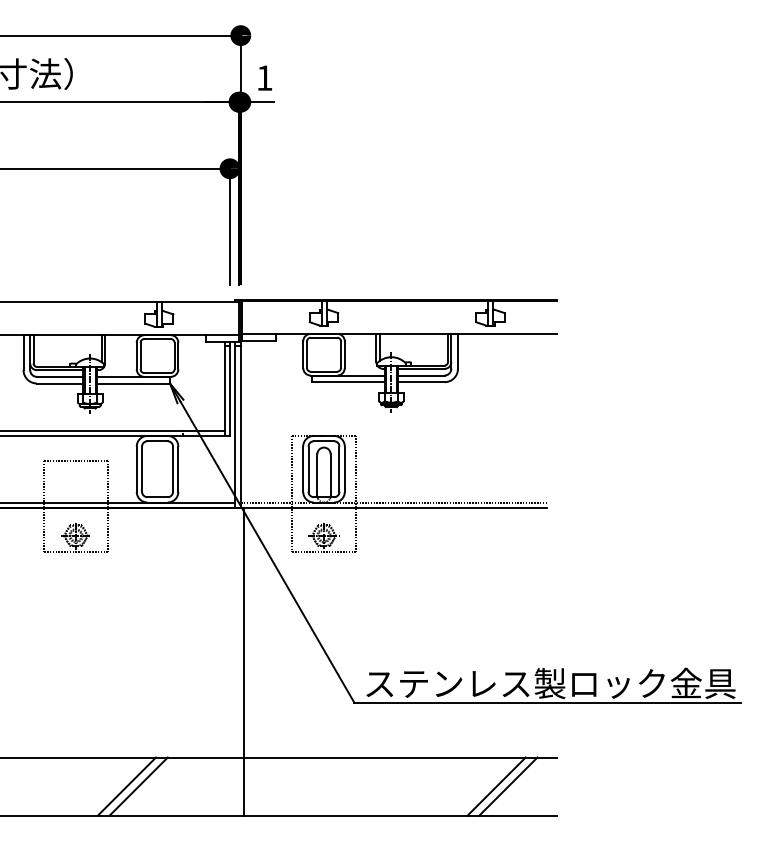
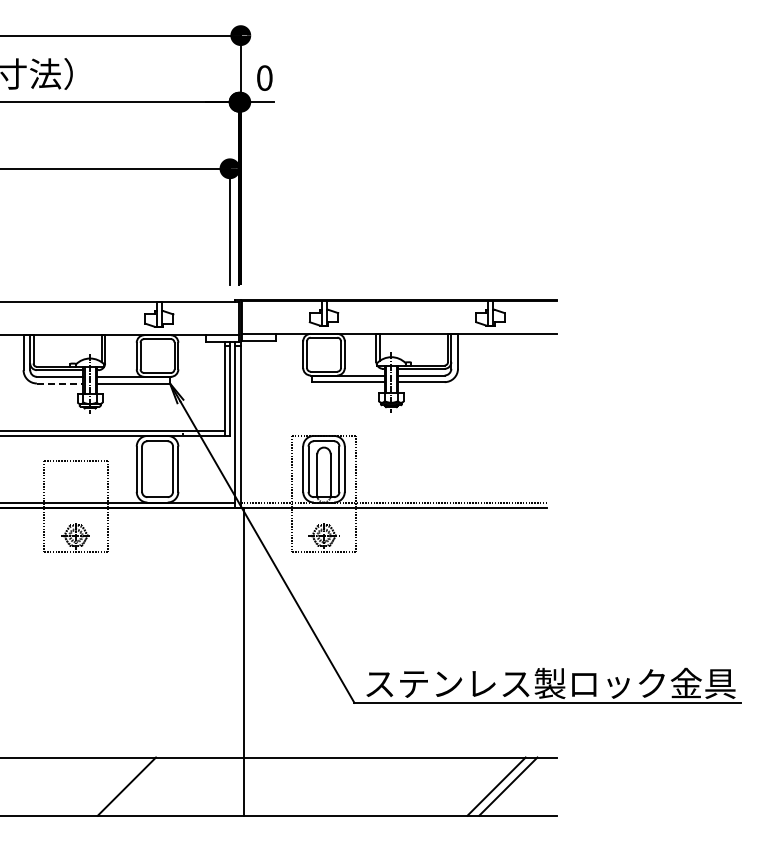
text at (264, 77): 1 -> 0
line at (60, 383): solid -> dashed
line at (138, 786): present -> none
